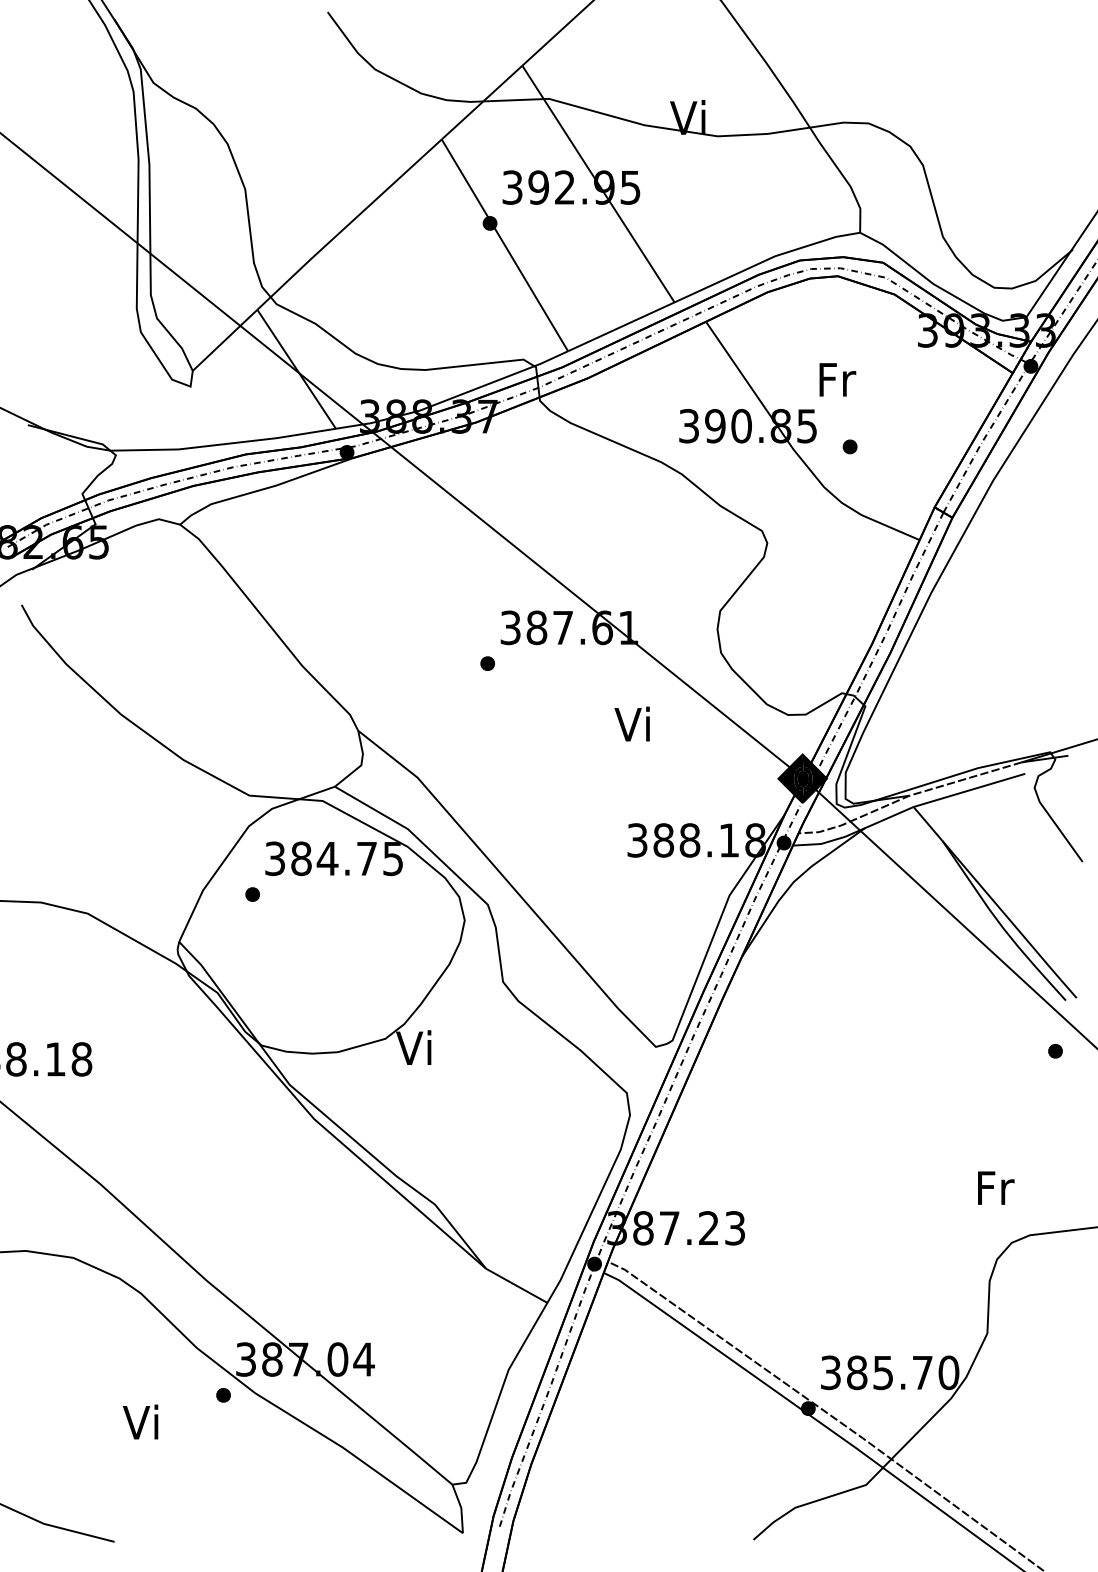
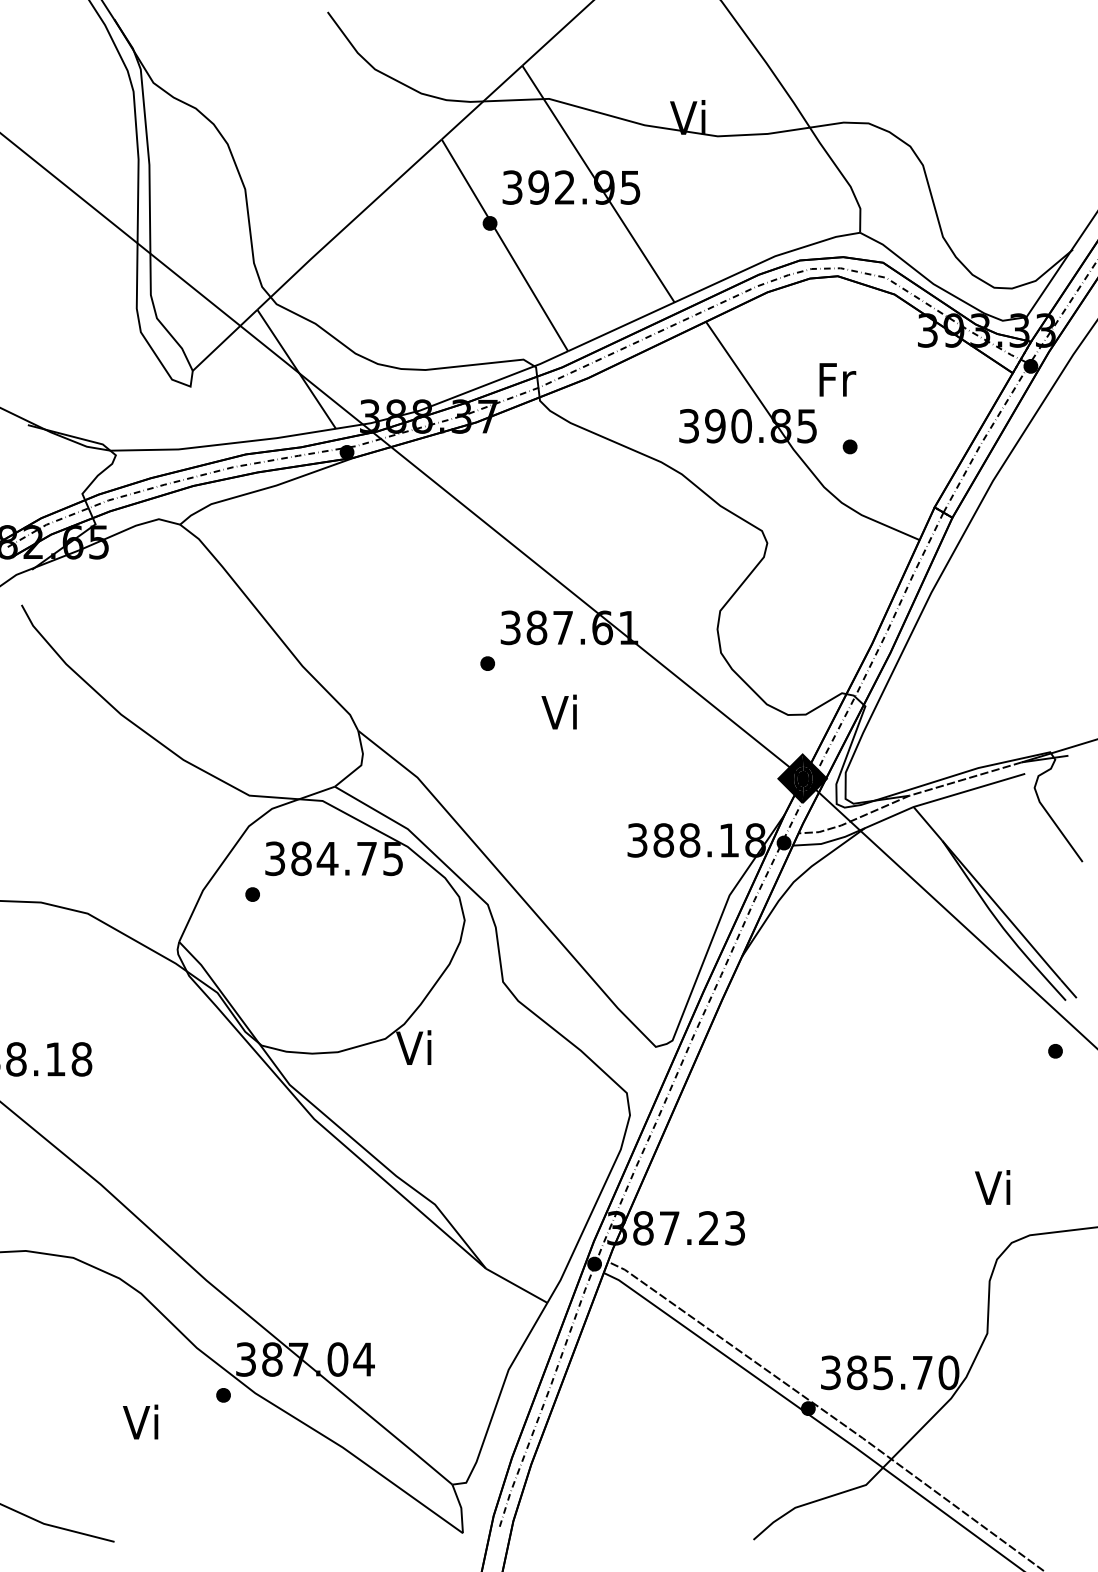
text at (631, 723) position: (631, 723) -> (558, 711)
text at (994, 1187): Fr -> Vi
